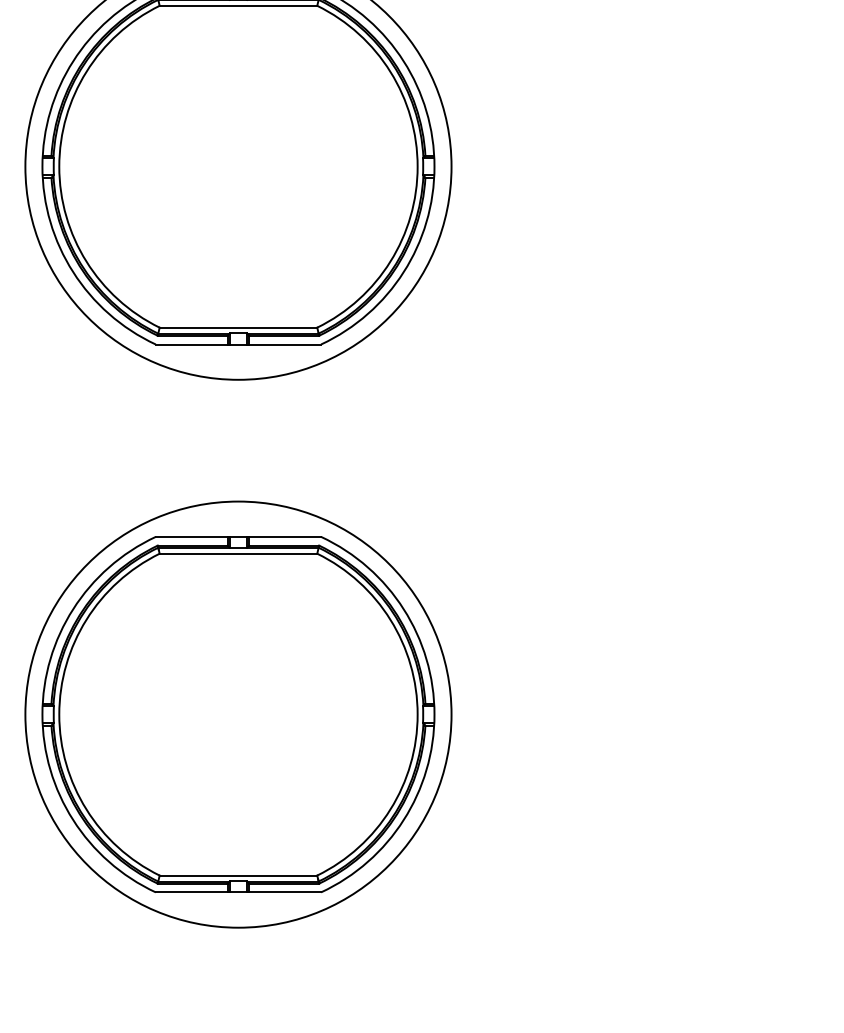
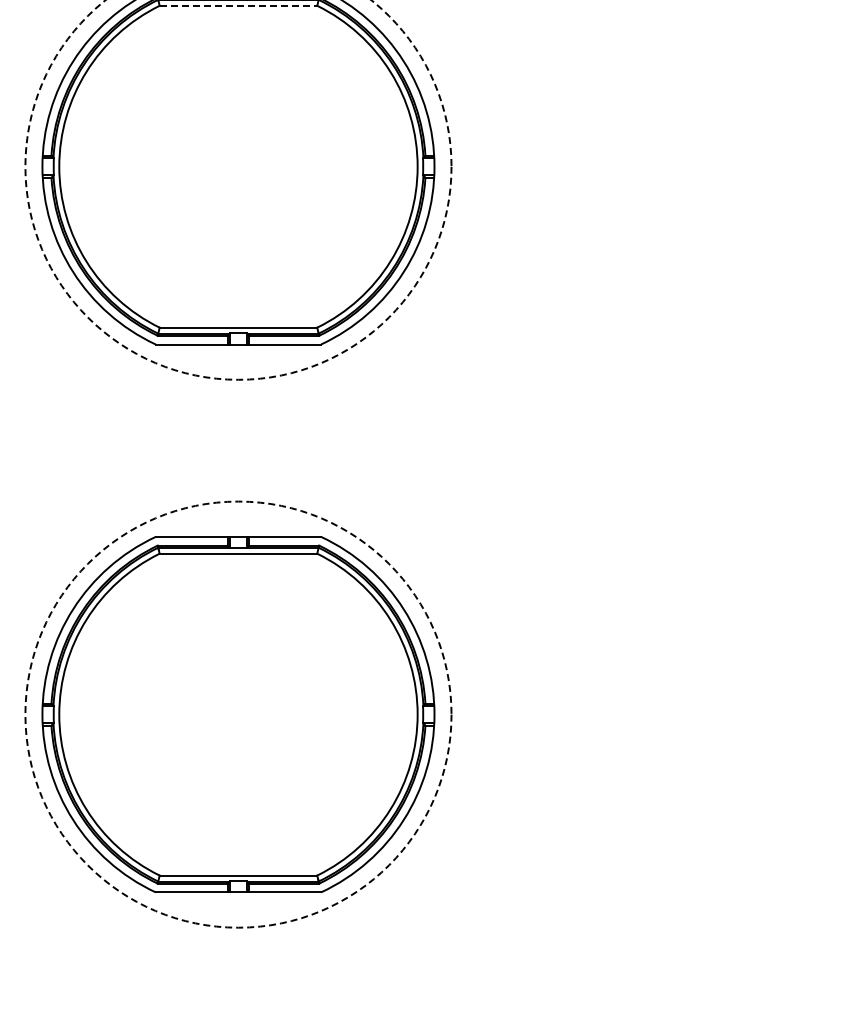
line at (238, 5): solid -> dashed
circle at (238, 189): solid -> dashed
circle at (238, 714): solid -> dashed
